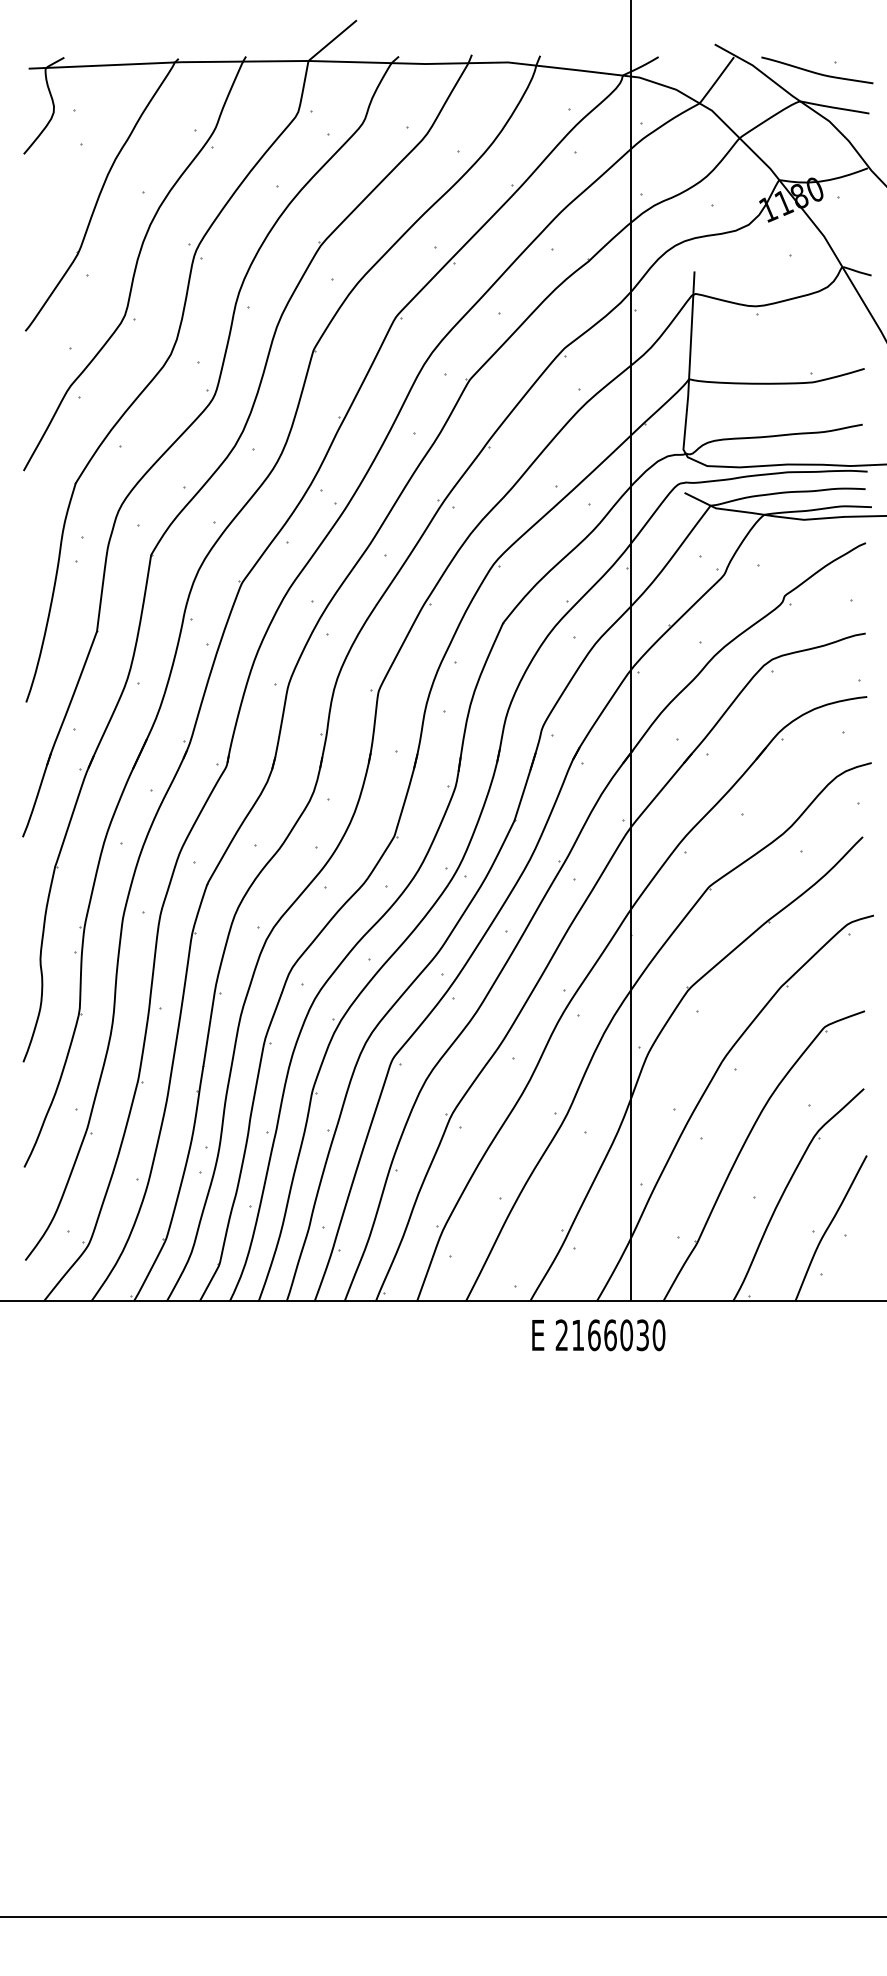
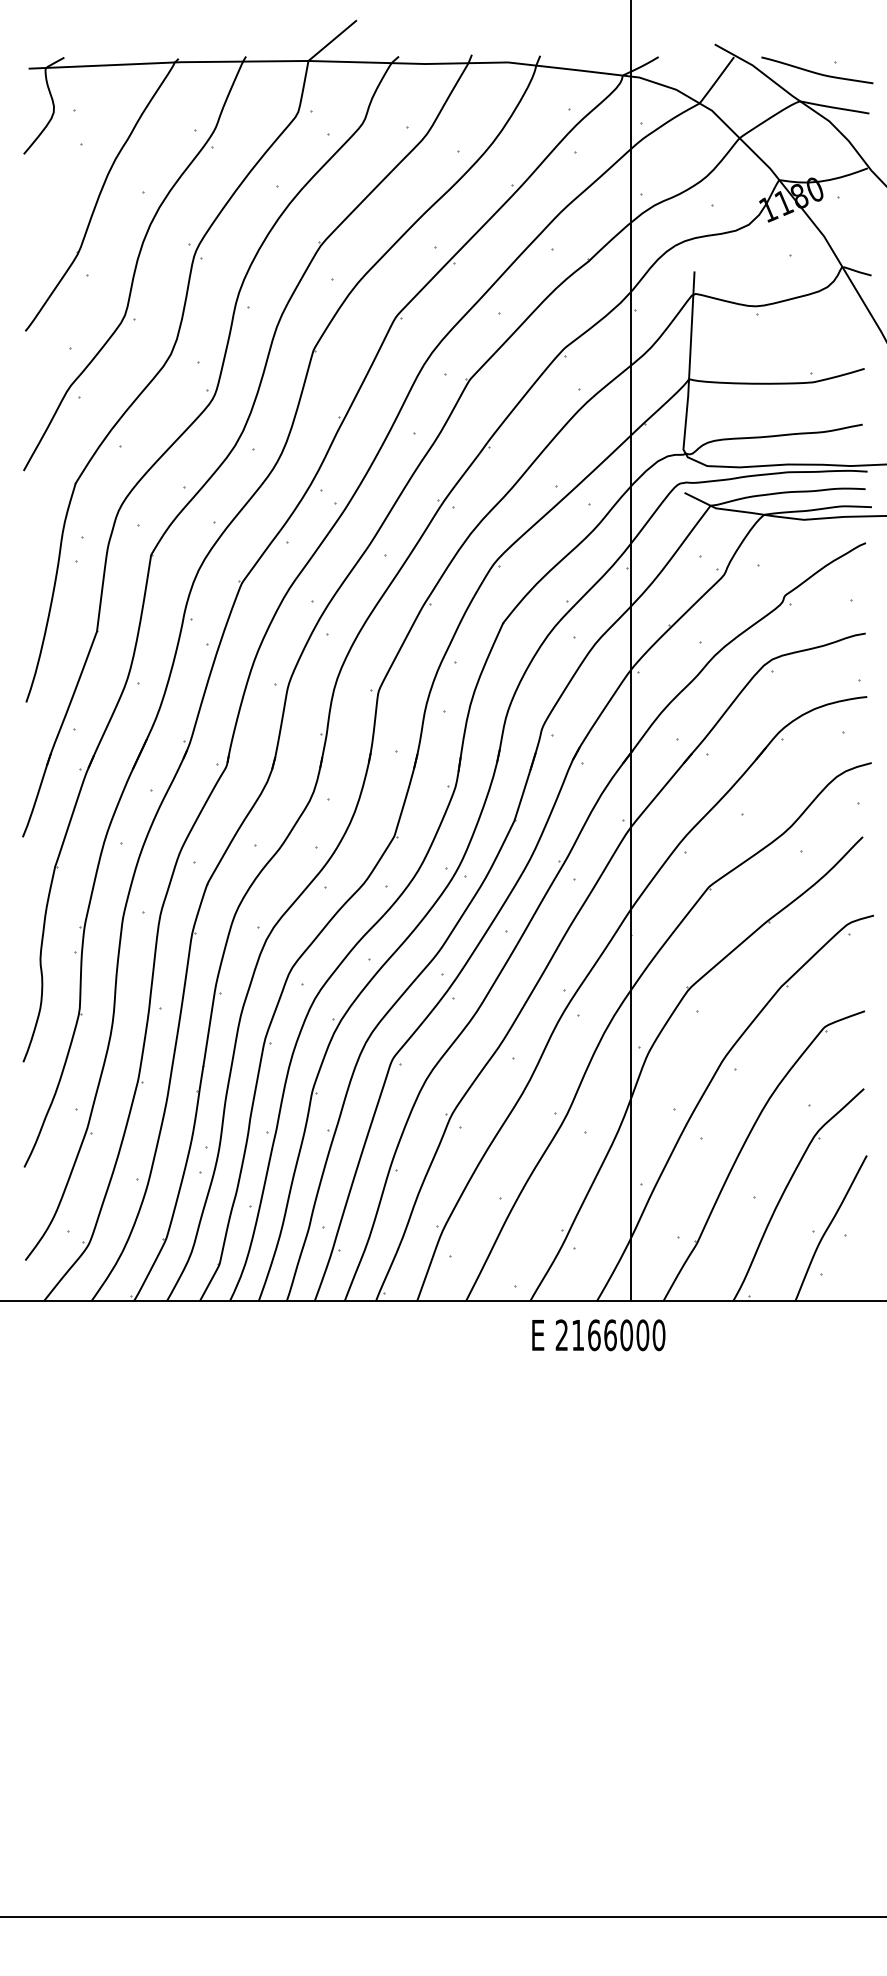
text at (642, 1335): 2166030 -> 2166000
